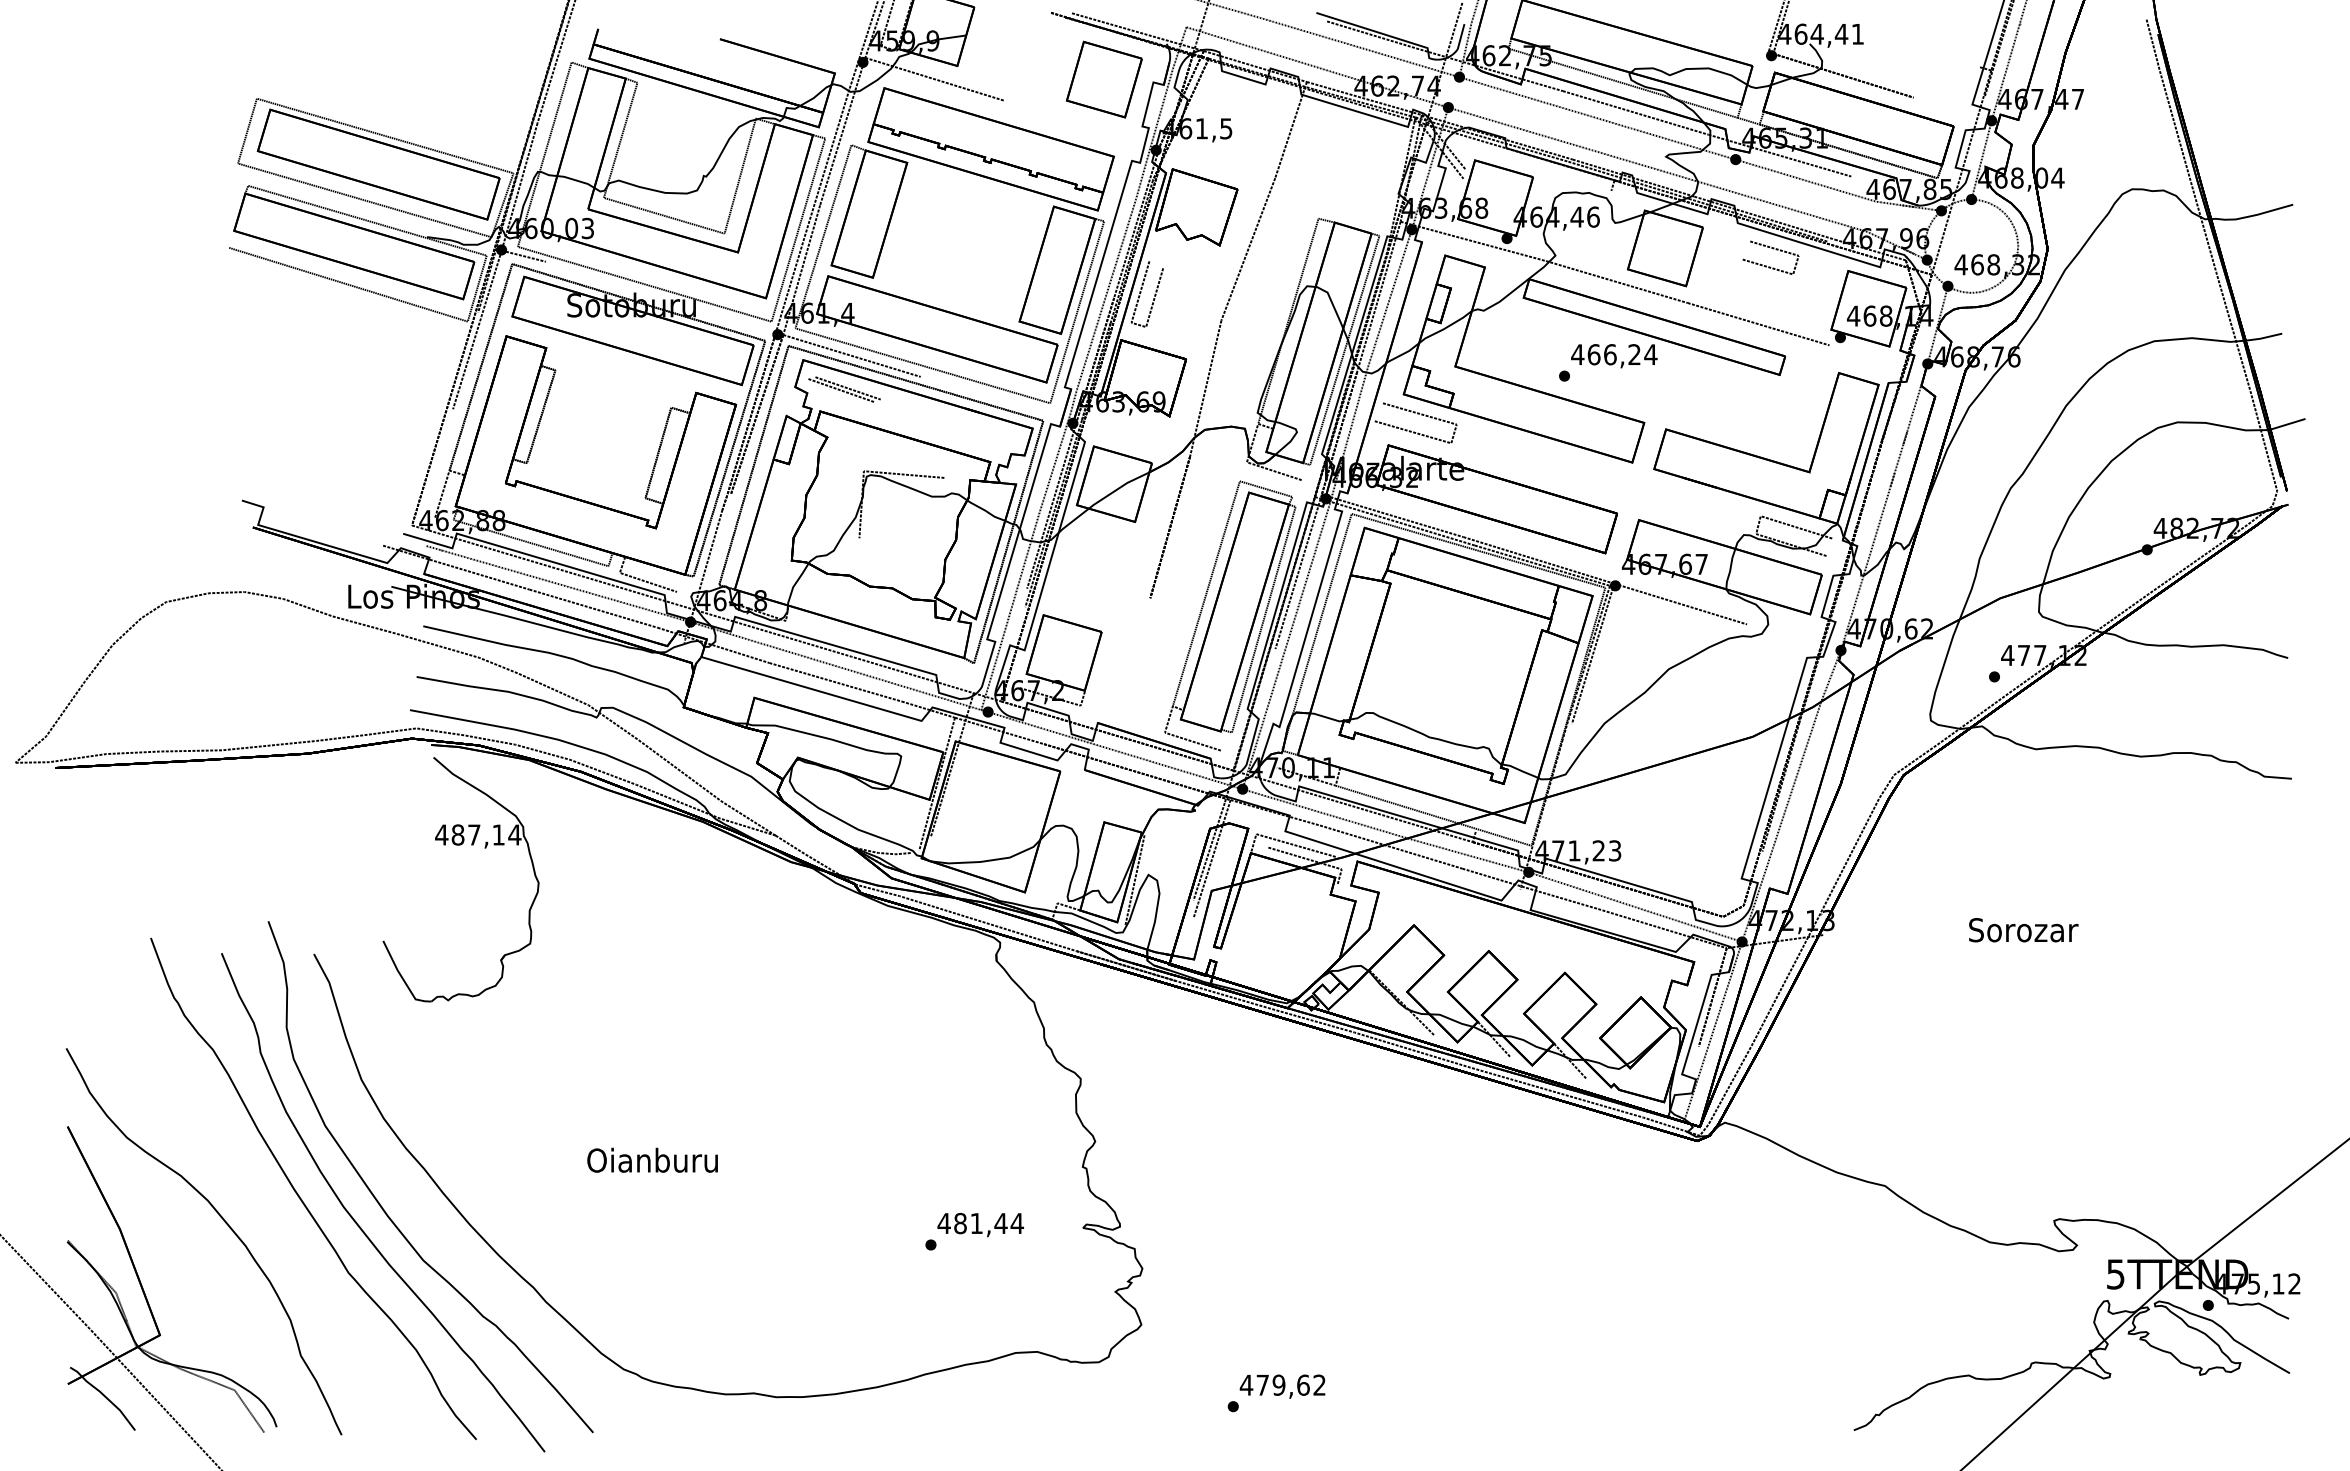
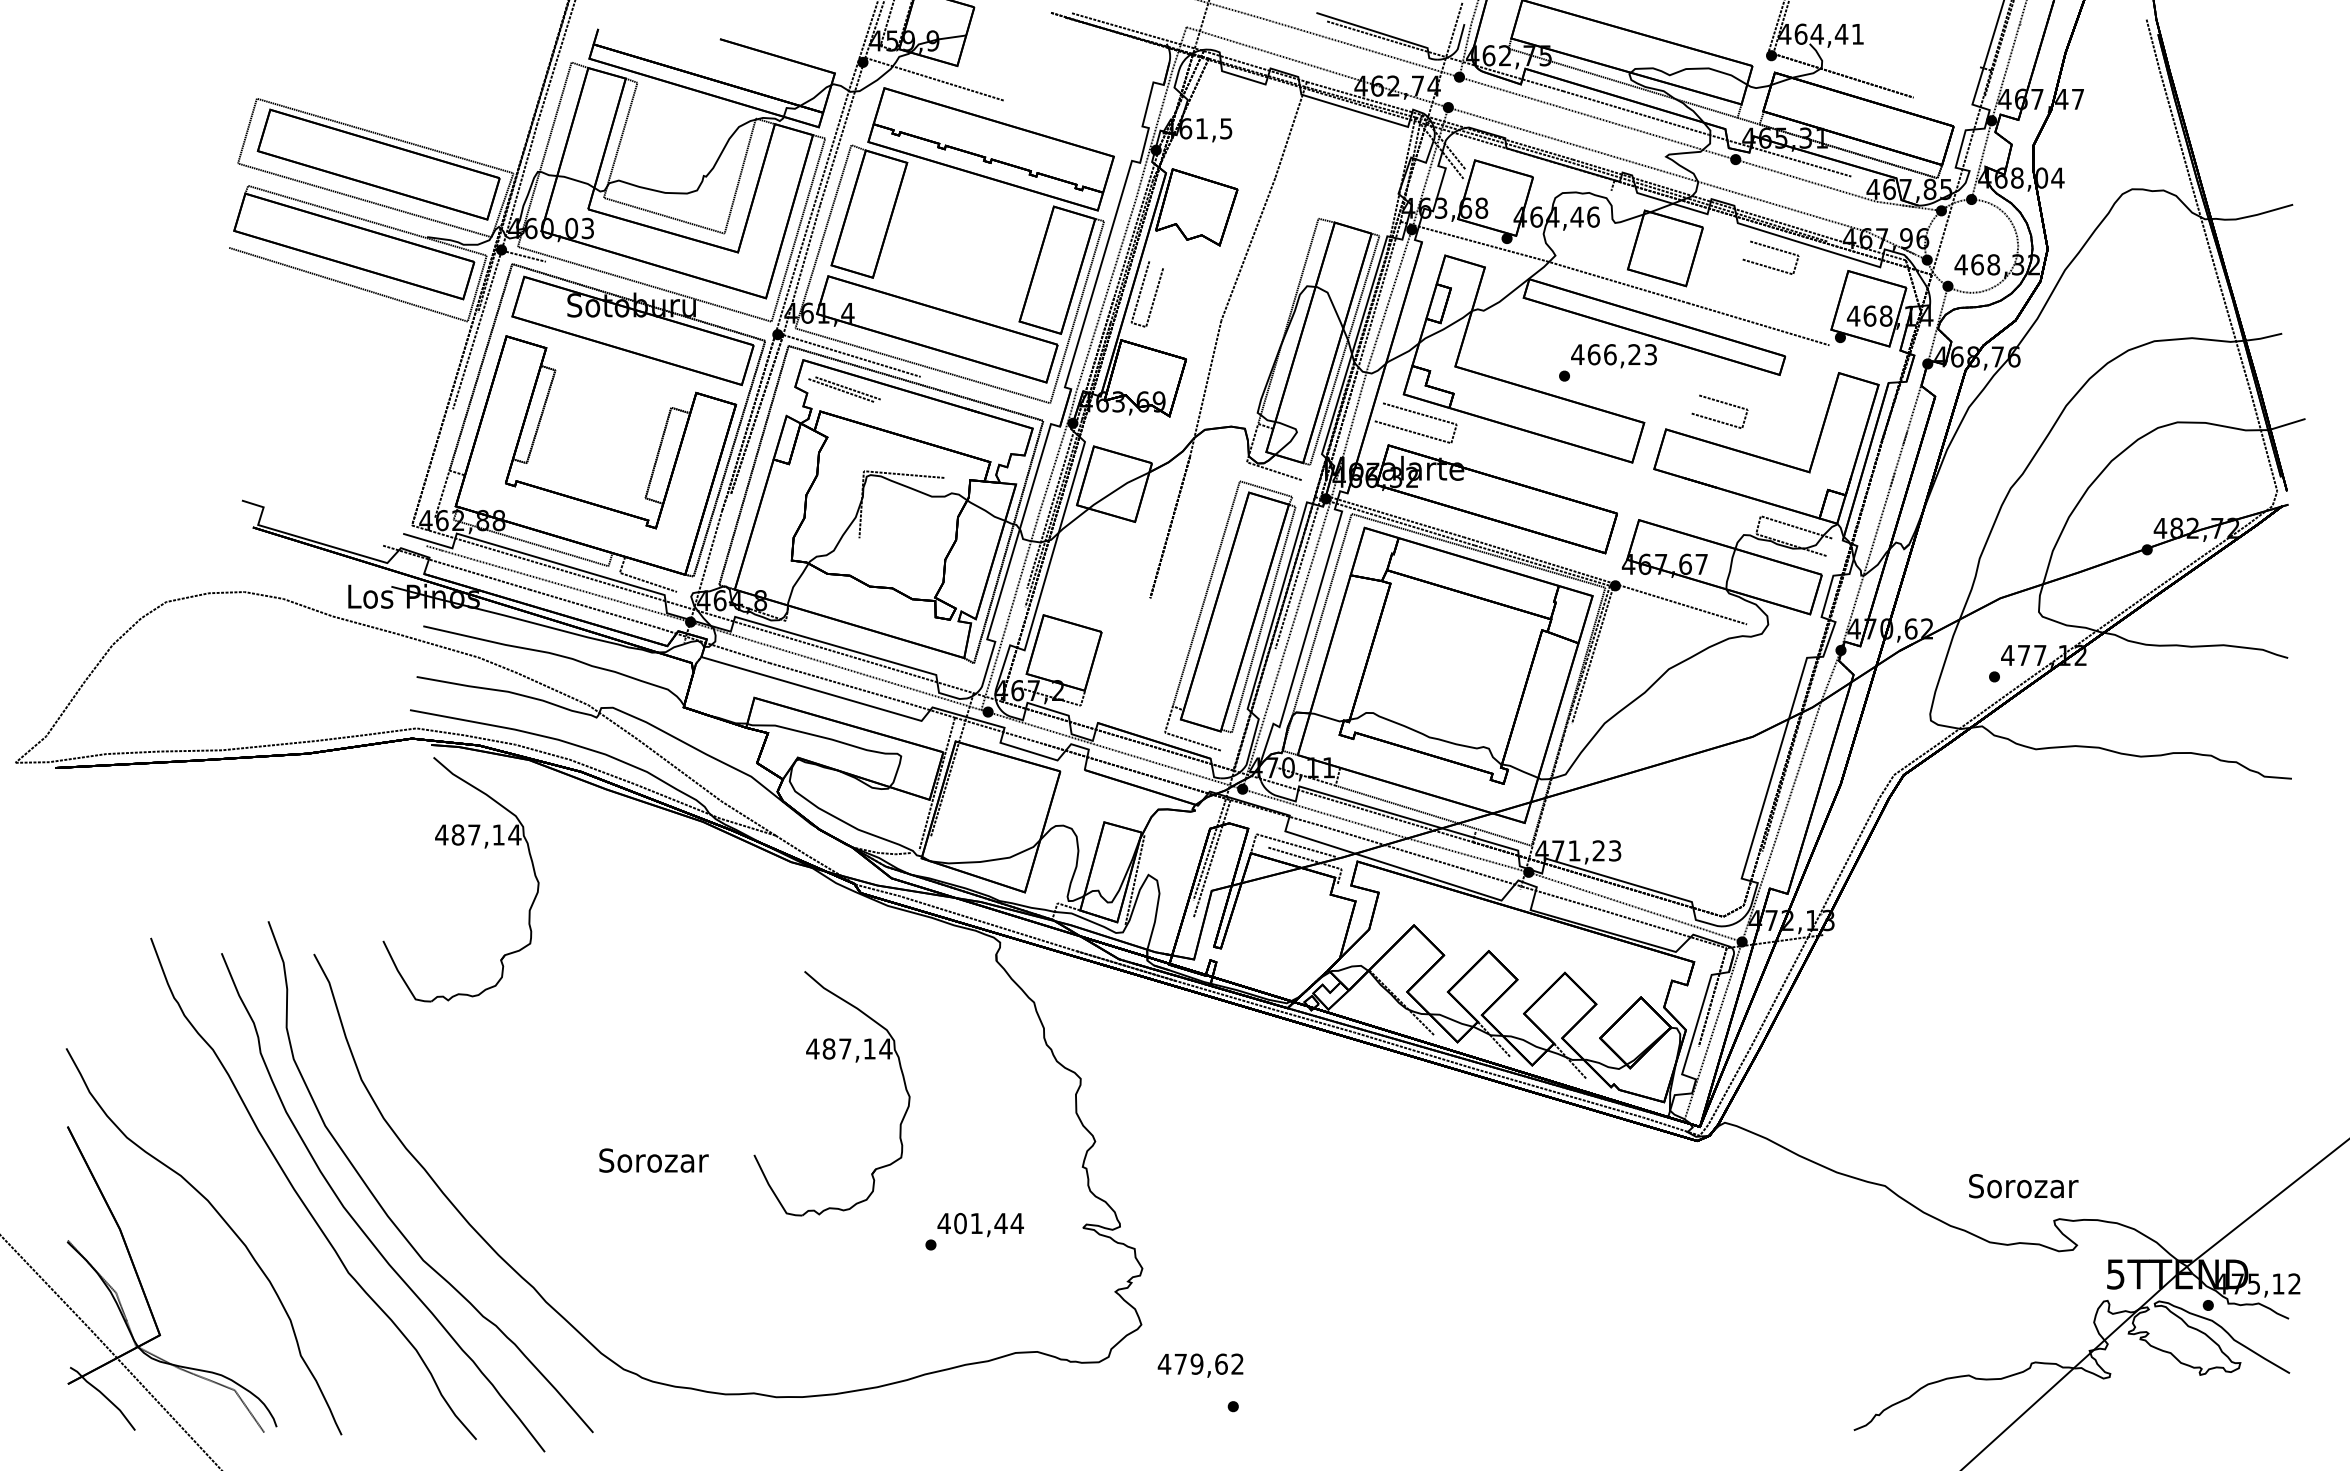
part at (1103, 79): present -> none
text at (1650, 354): 466,24 -> 466,23
line at (1722, 403): none -> present
text at (2023, 930) position: (2023, 930) -> (2023, 1186)
part at (831, 1059): none -> present
text at (652, 1159): Oianburu -> Sorozar
text at (960, 1223): 481,44 -> 401,44
text at (1282, 1386) position: (1282, 1386) -> (1200, 1365)
